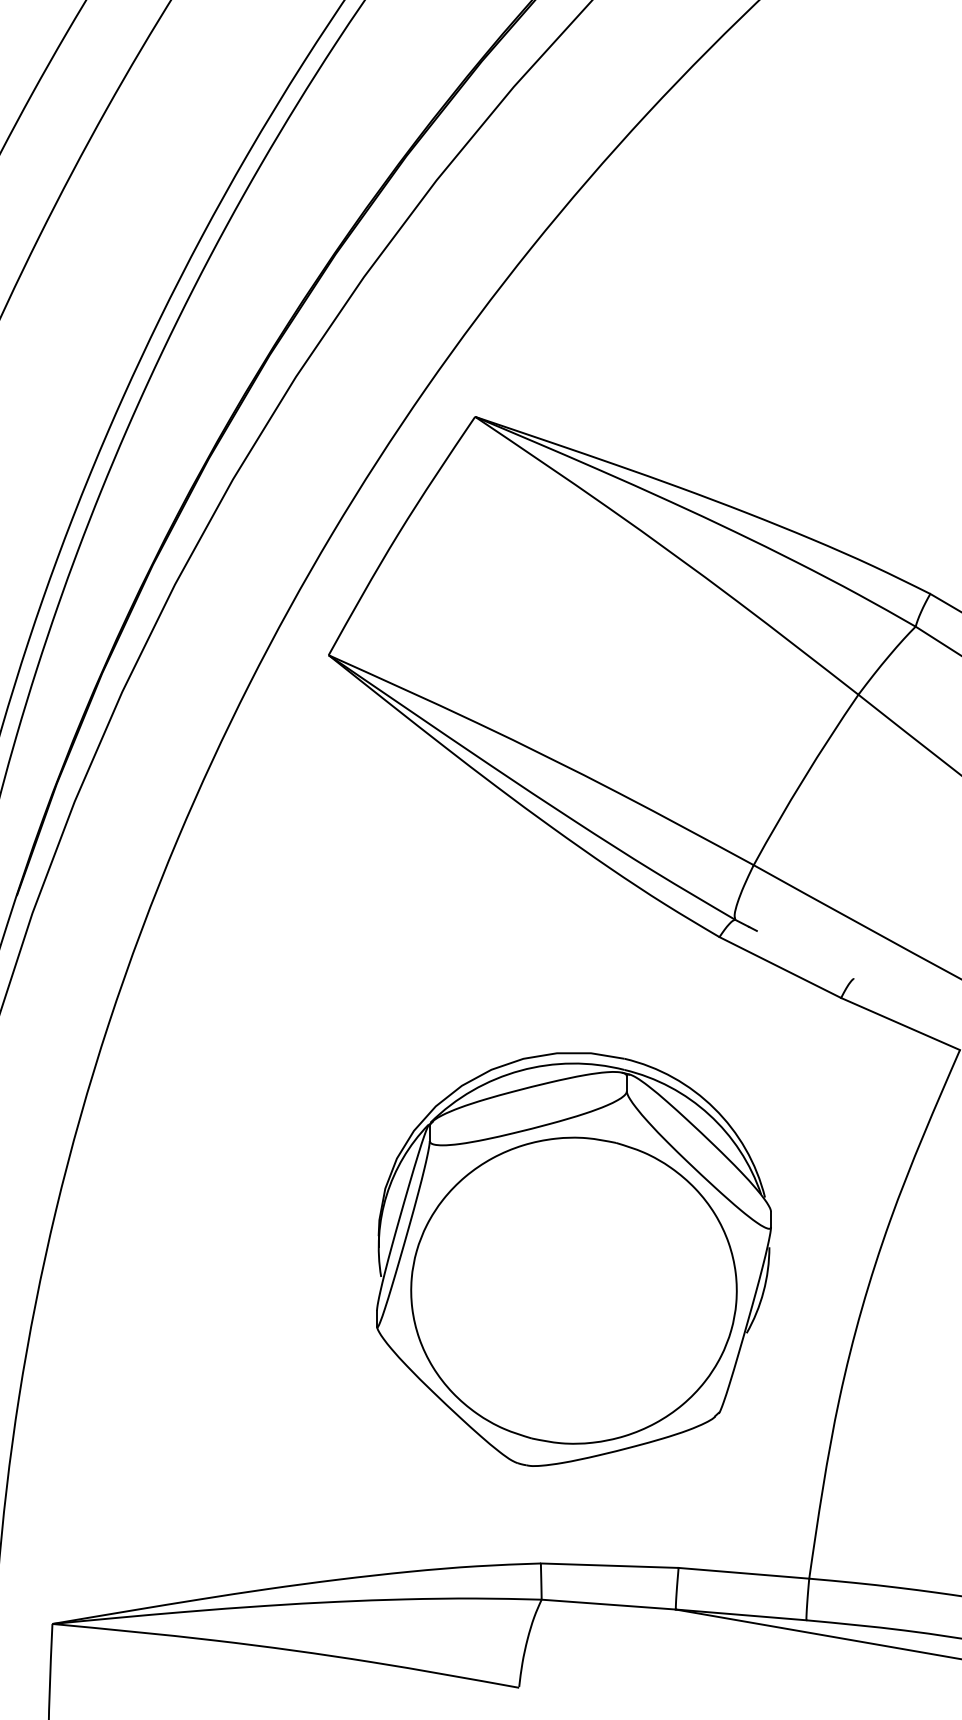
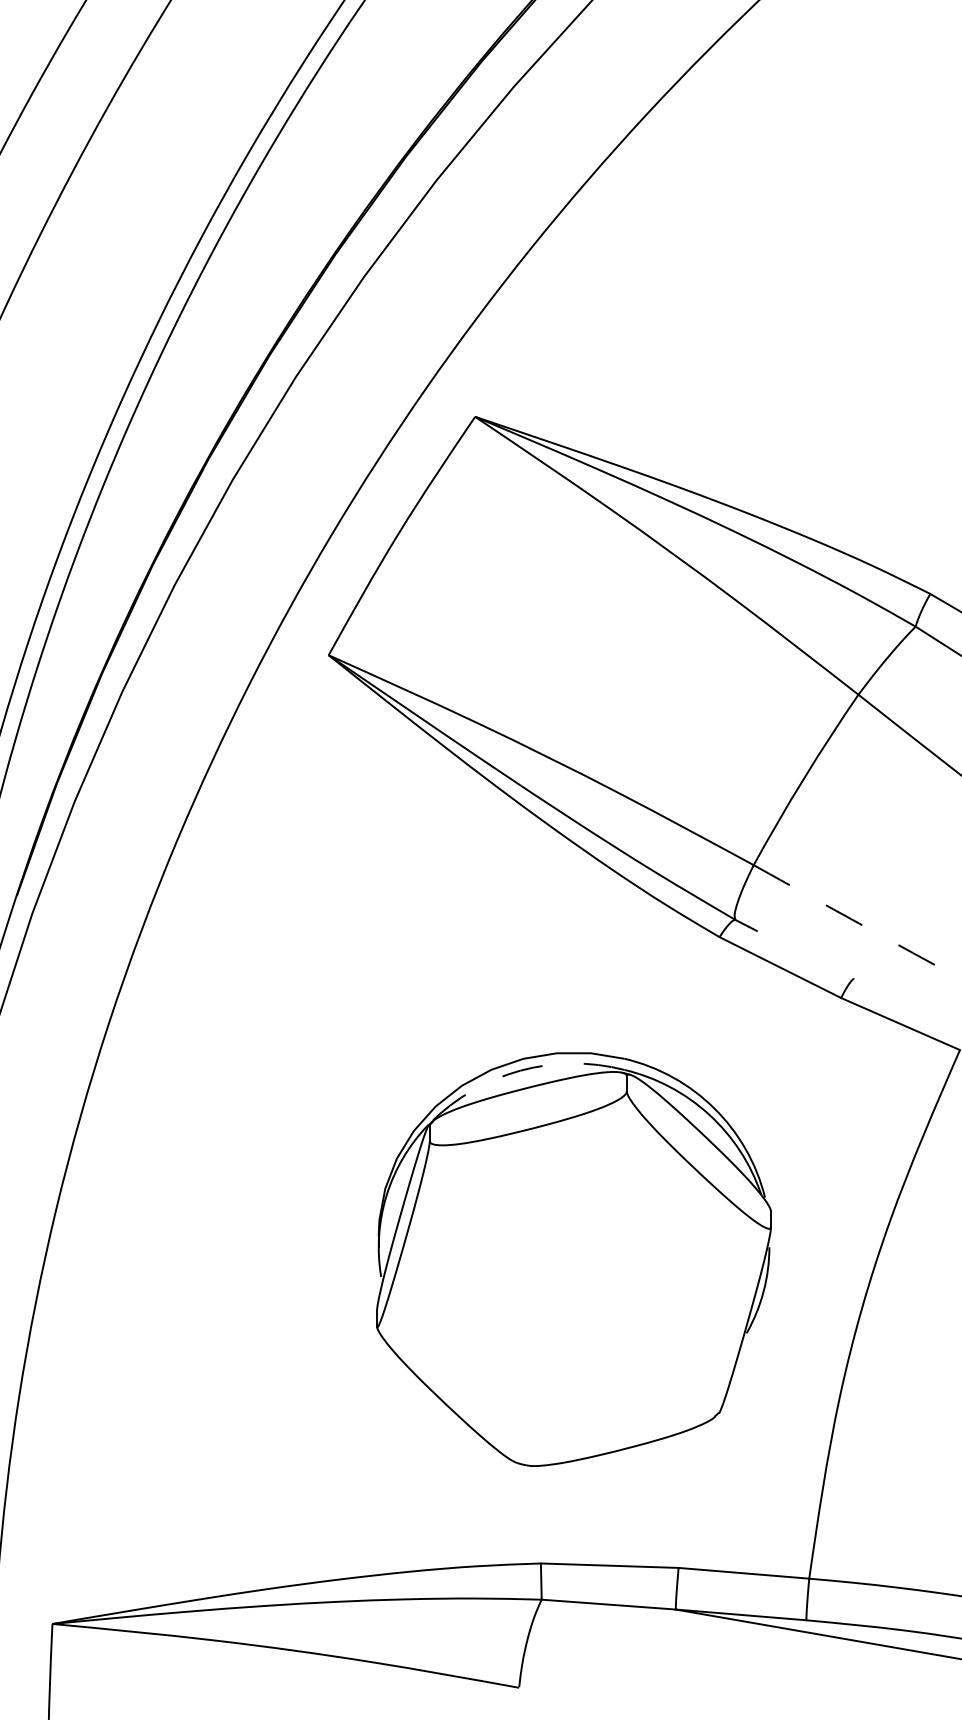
arc at (858, 922): solid -> dashed
arc at (520, 1070): solid -> dashed
part at (573, 1290): present -> none
